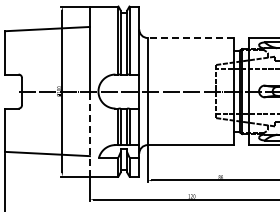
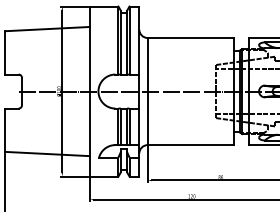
line at (190, 38): dashed -> solid
line at (89, 133): dashed -> solid
